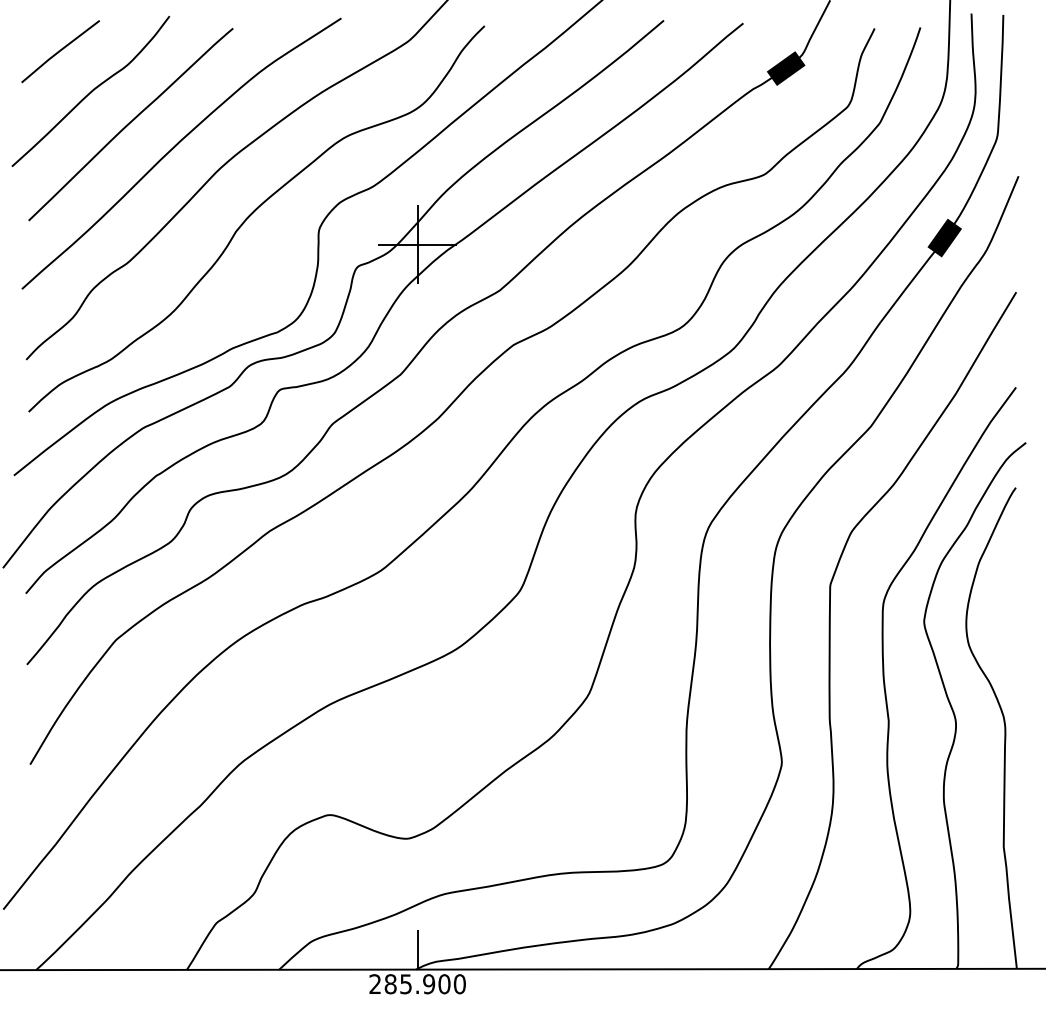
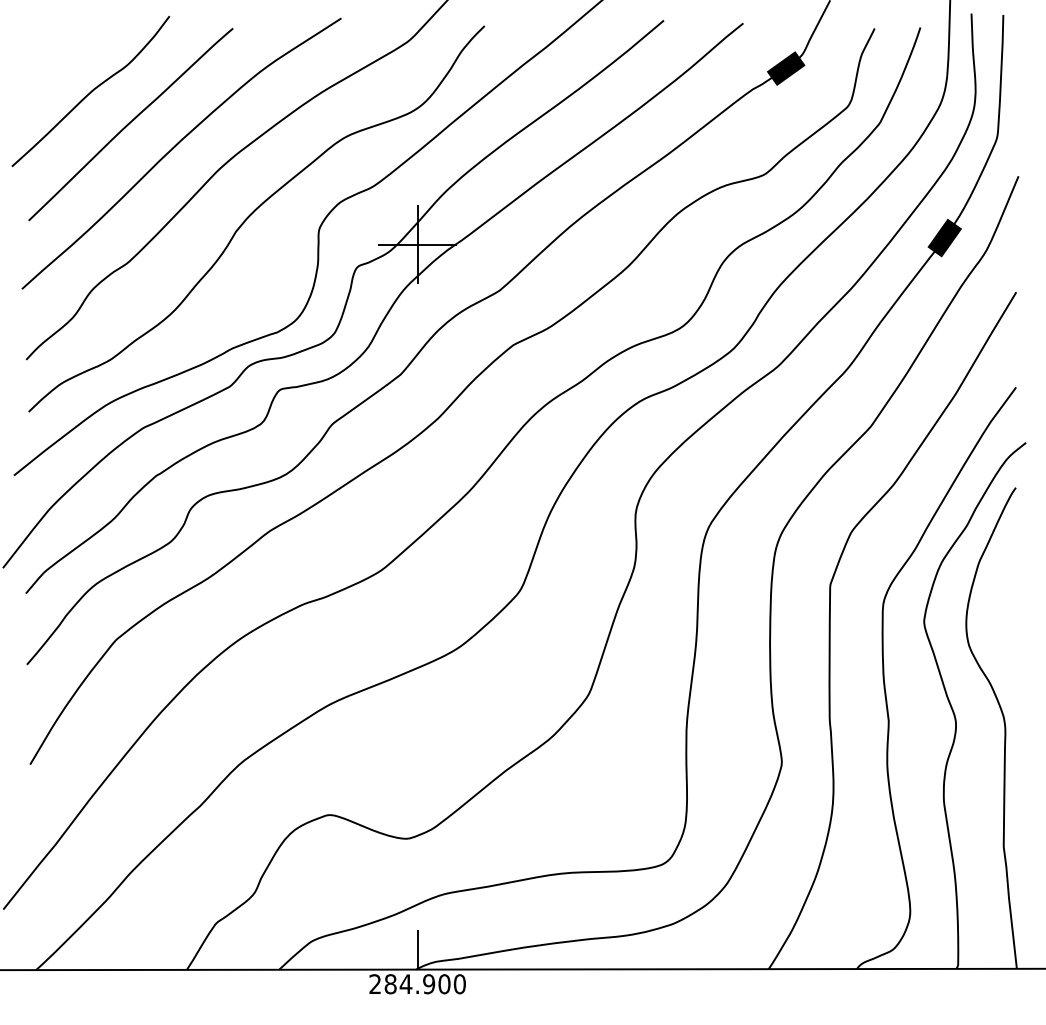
line at (60, 51): present -> none
text at (405, 984): 285.900 -> 284.900
